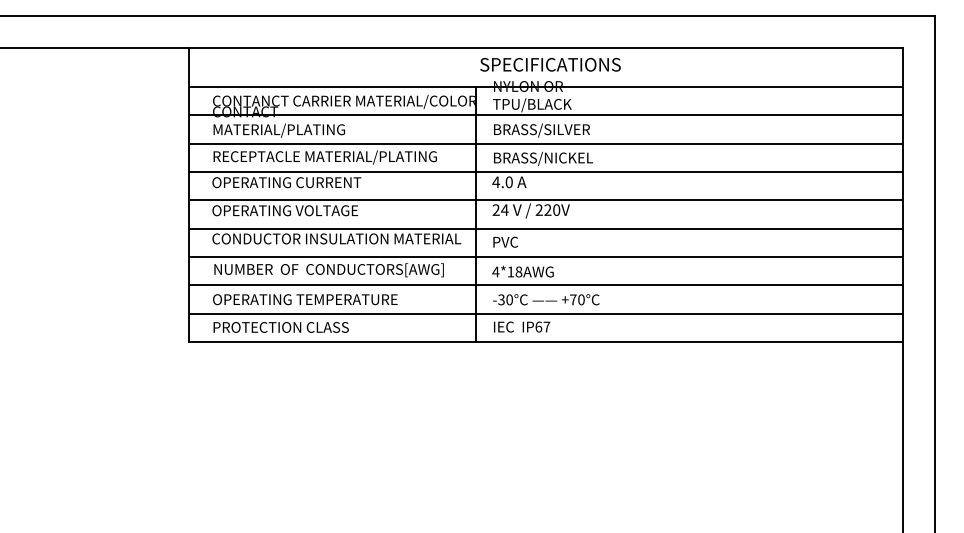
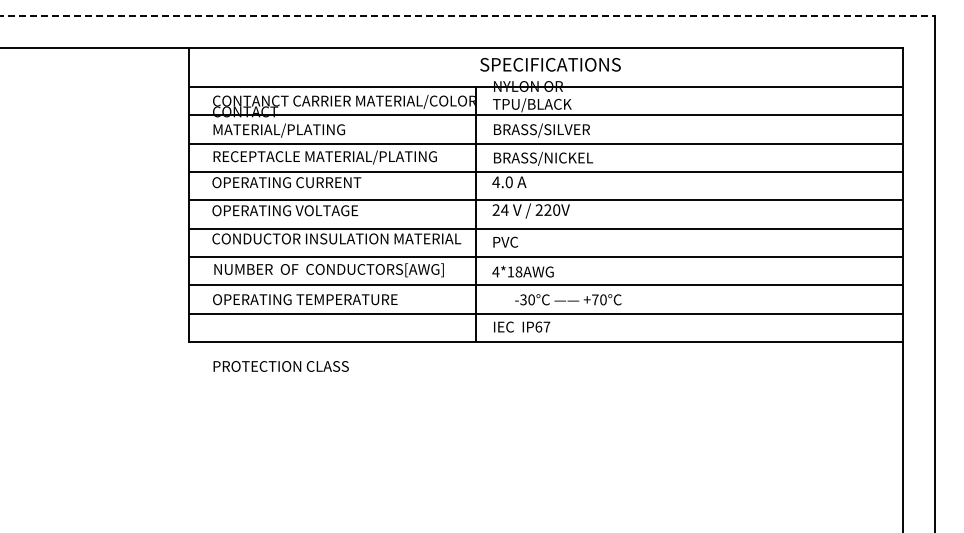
line at (468, 16): solid -> dashed
text at (546, 299) position: (546, 299) -> (568, 299)
text at (280, 327) position: (280, 327) -> (280, 366)
